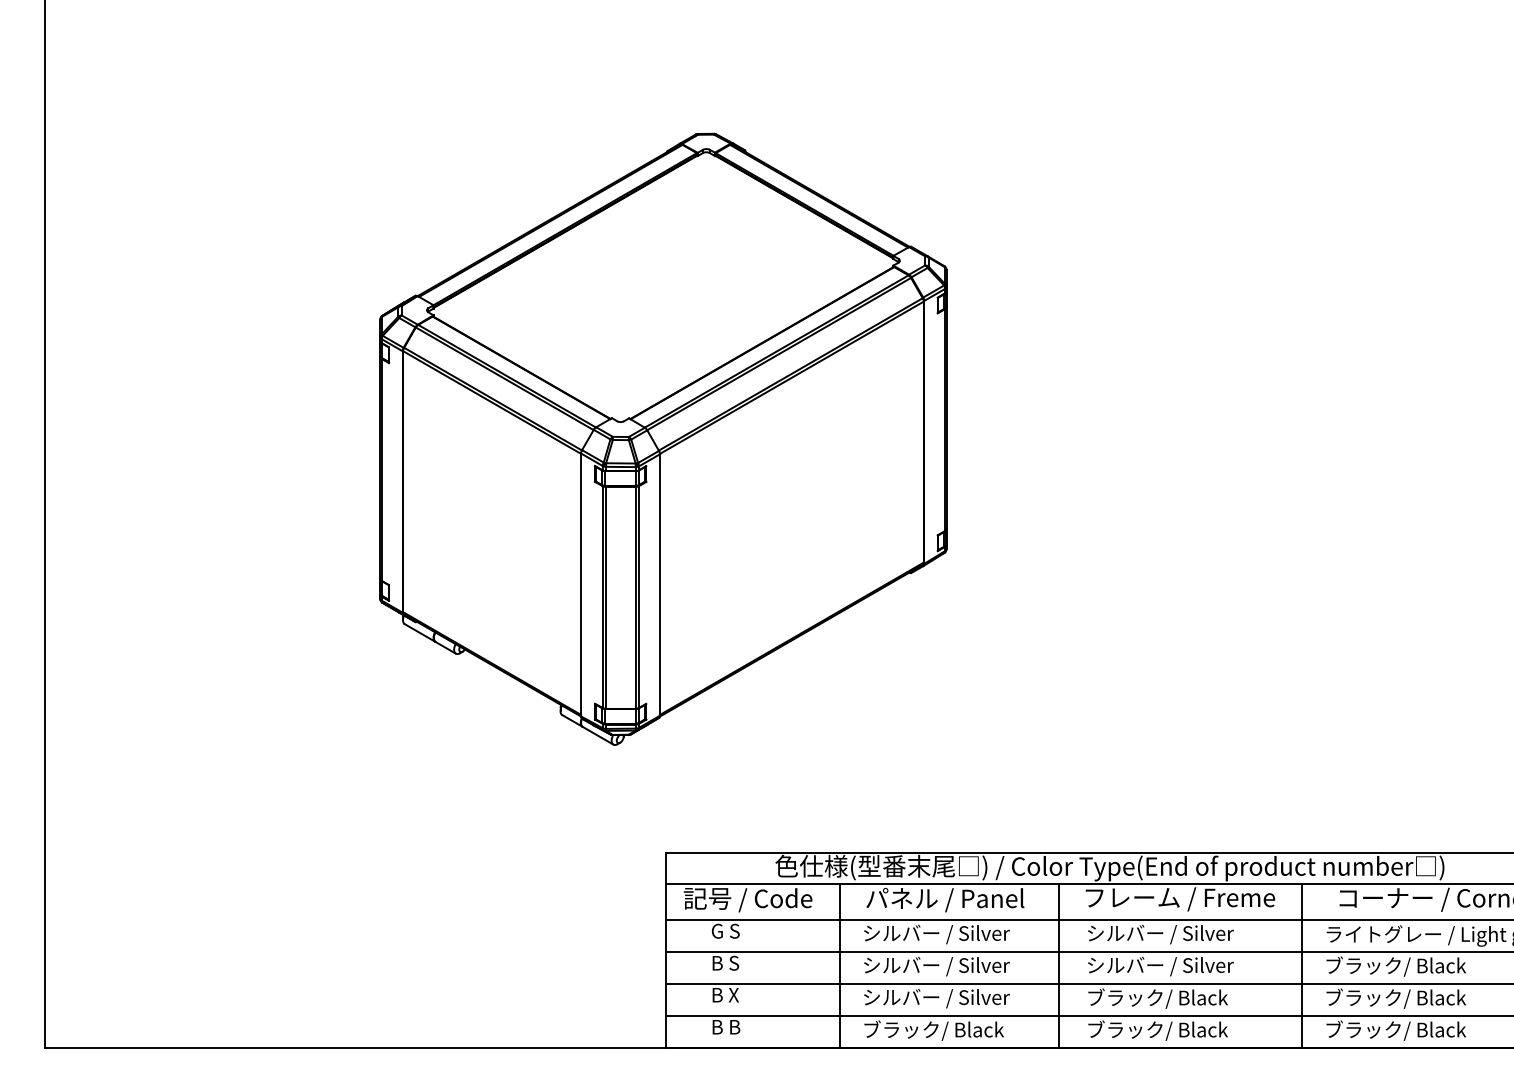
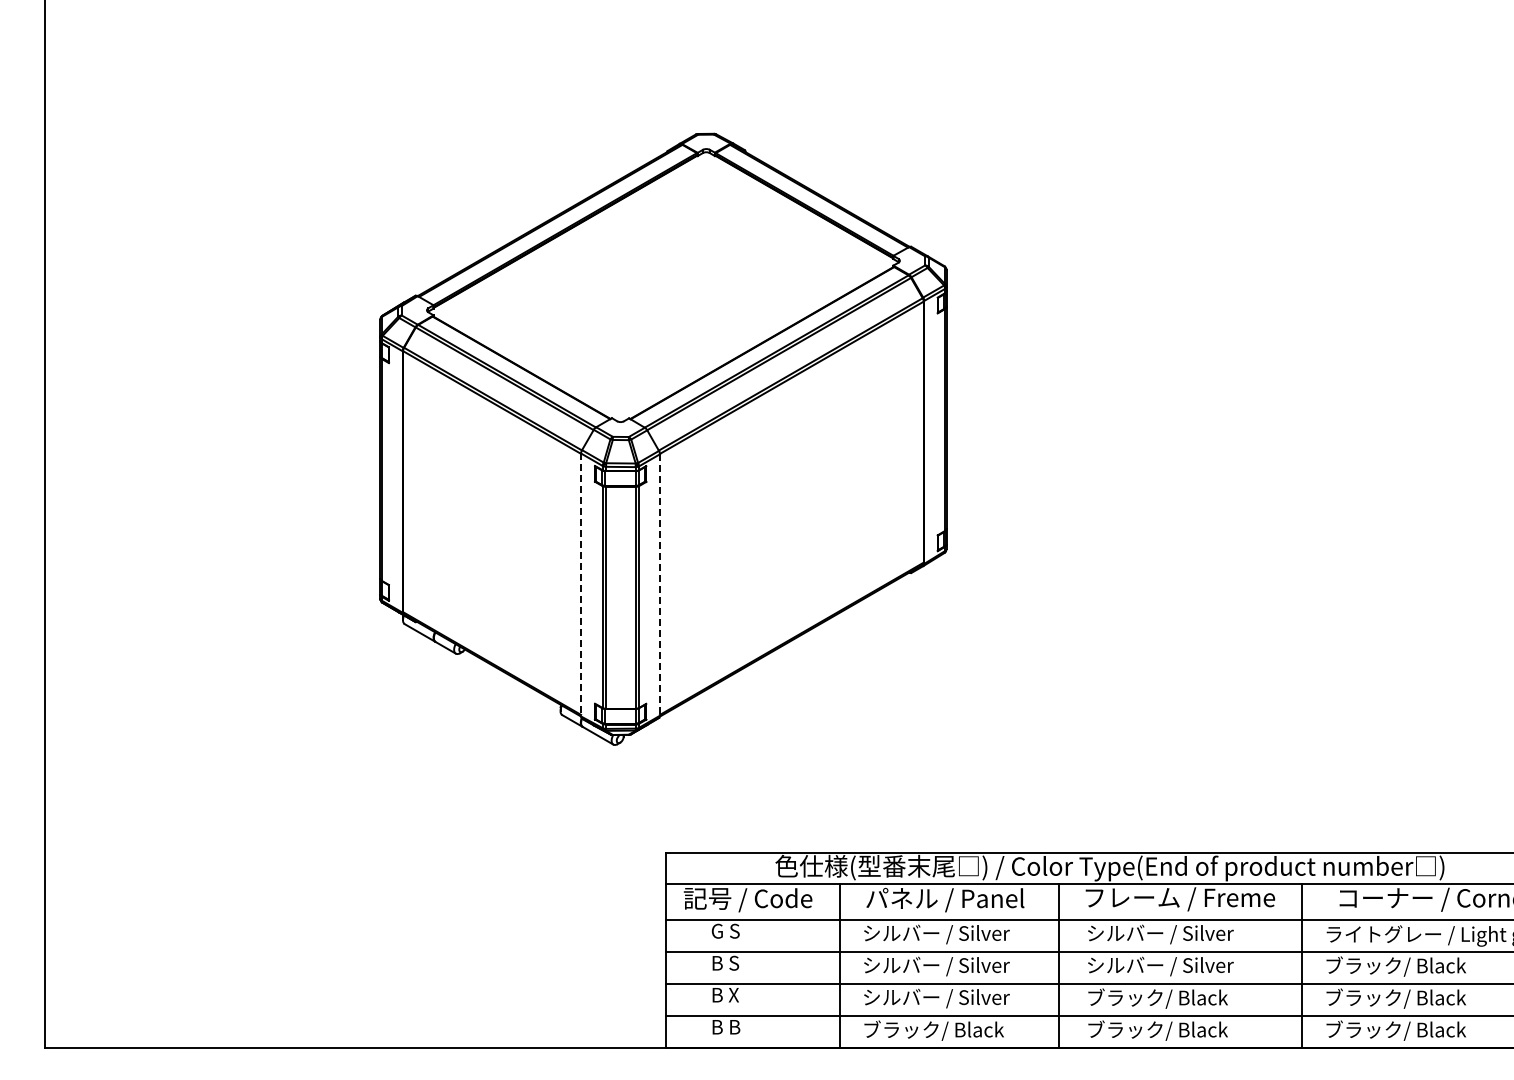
line at (660, 584): solid -> dashed
line at (581, 585): solid -> dashed
